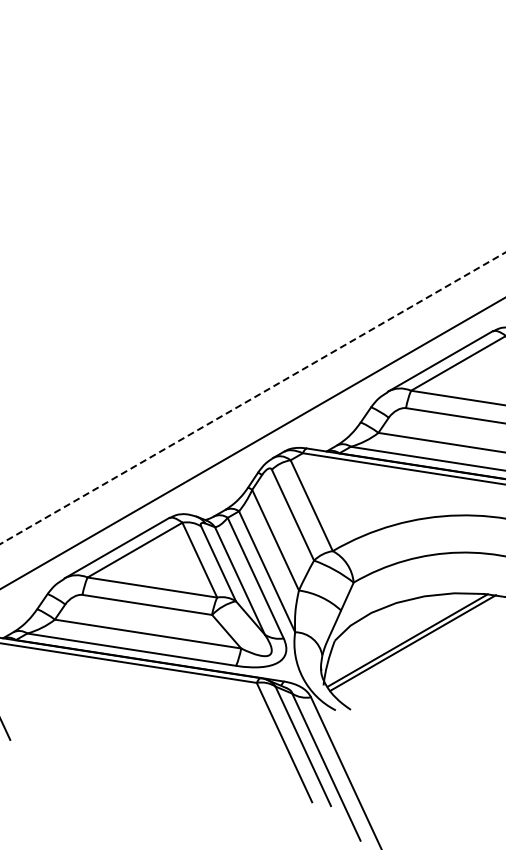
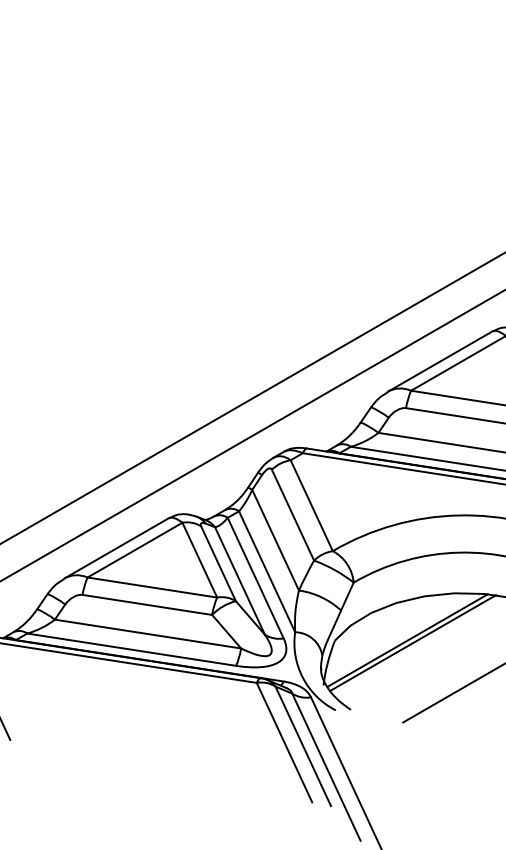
line at (252, 398): dashed -> solid
line at (252, 443) position: (252, 443) -> (252, 435)
line at (452, 693): none -> present
